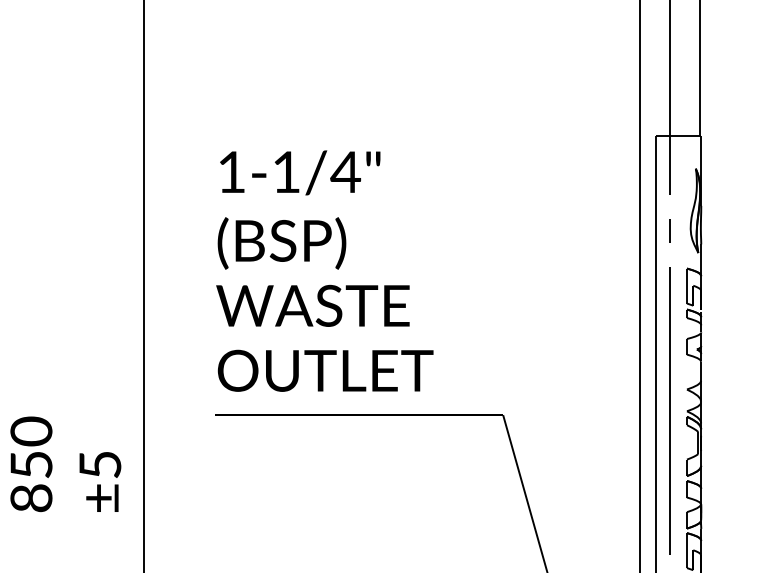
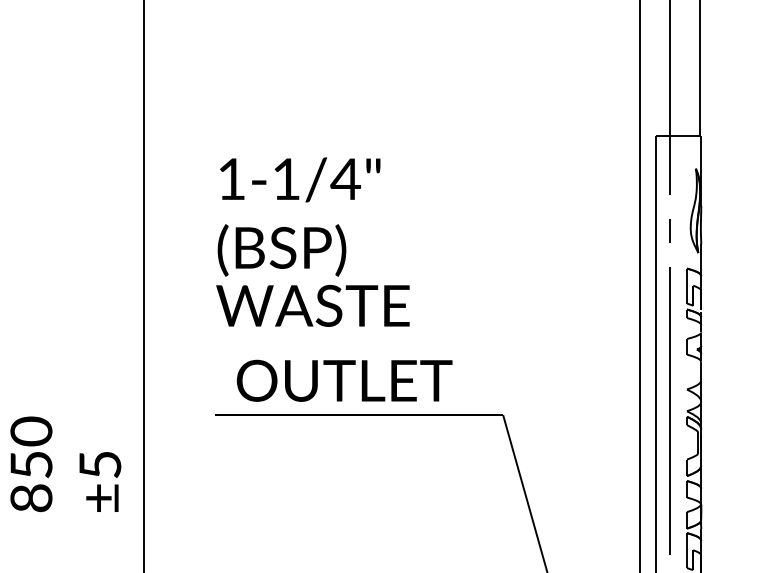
text at (298, 209) position: (298, 209) -> (298, 216)
text at (325, 370) position: (325, 370) -> (344, 380)
